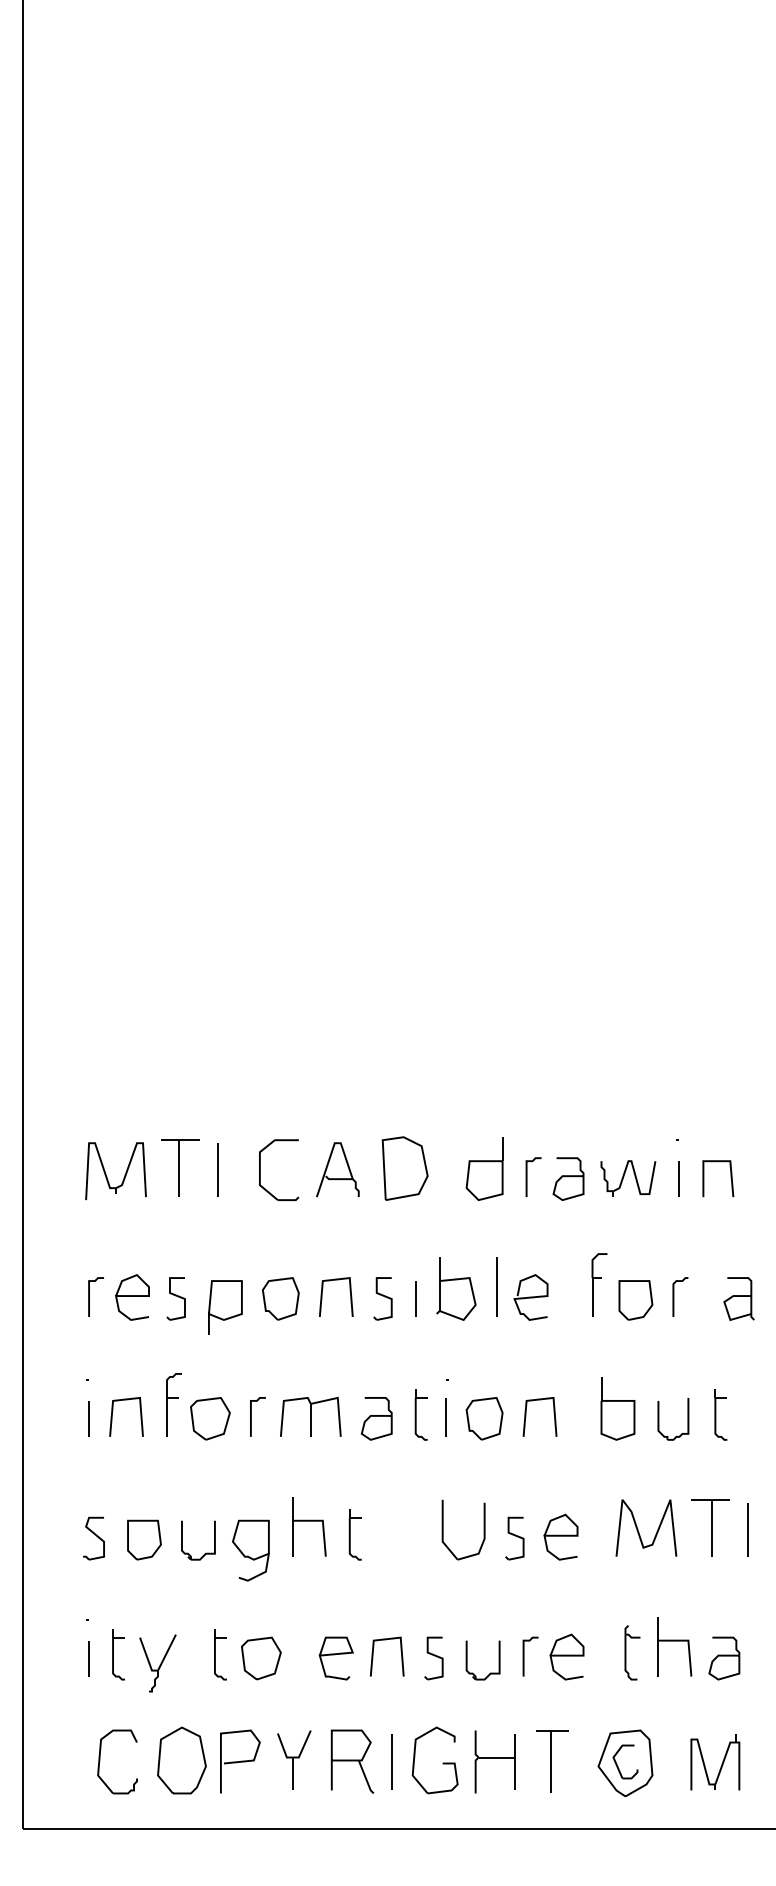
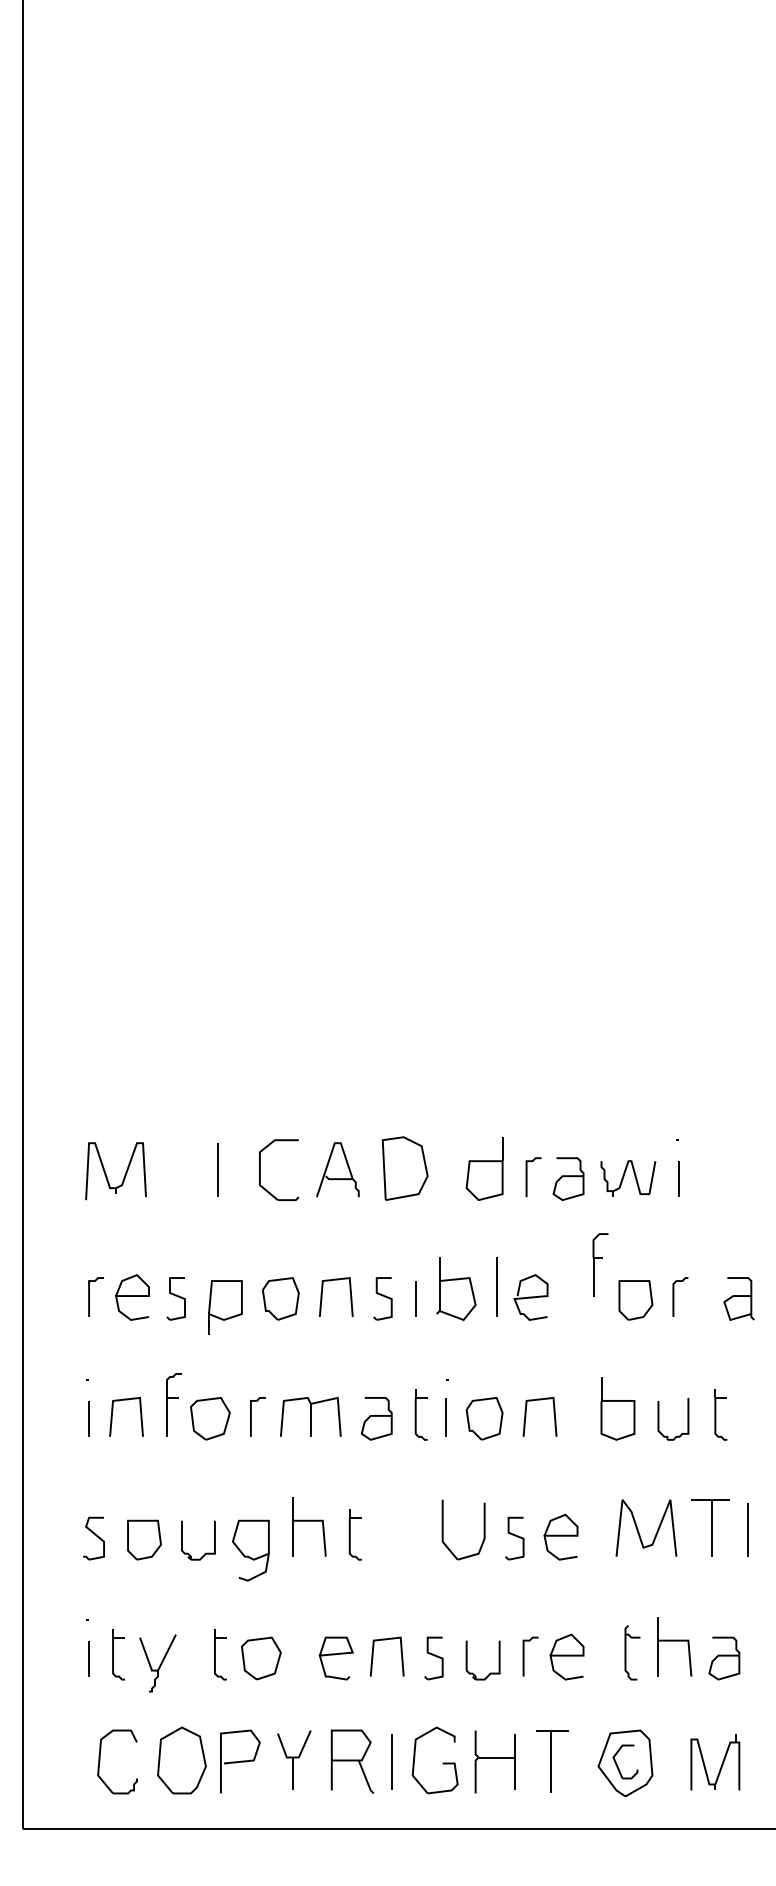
part at (180, 1167): present -> none
line at (730, 1178): present -> none
part at (599, 1284) position: (599, 1284) -> (600, 1264)
